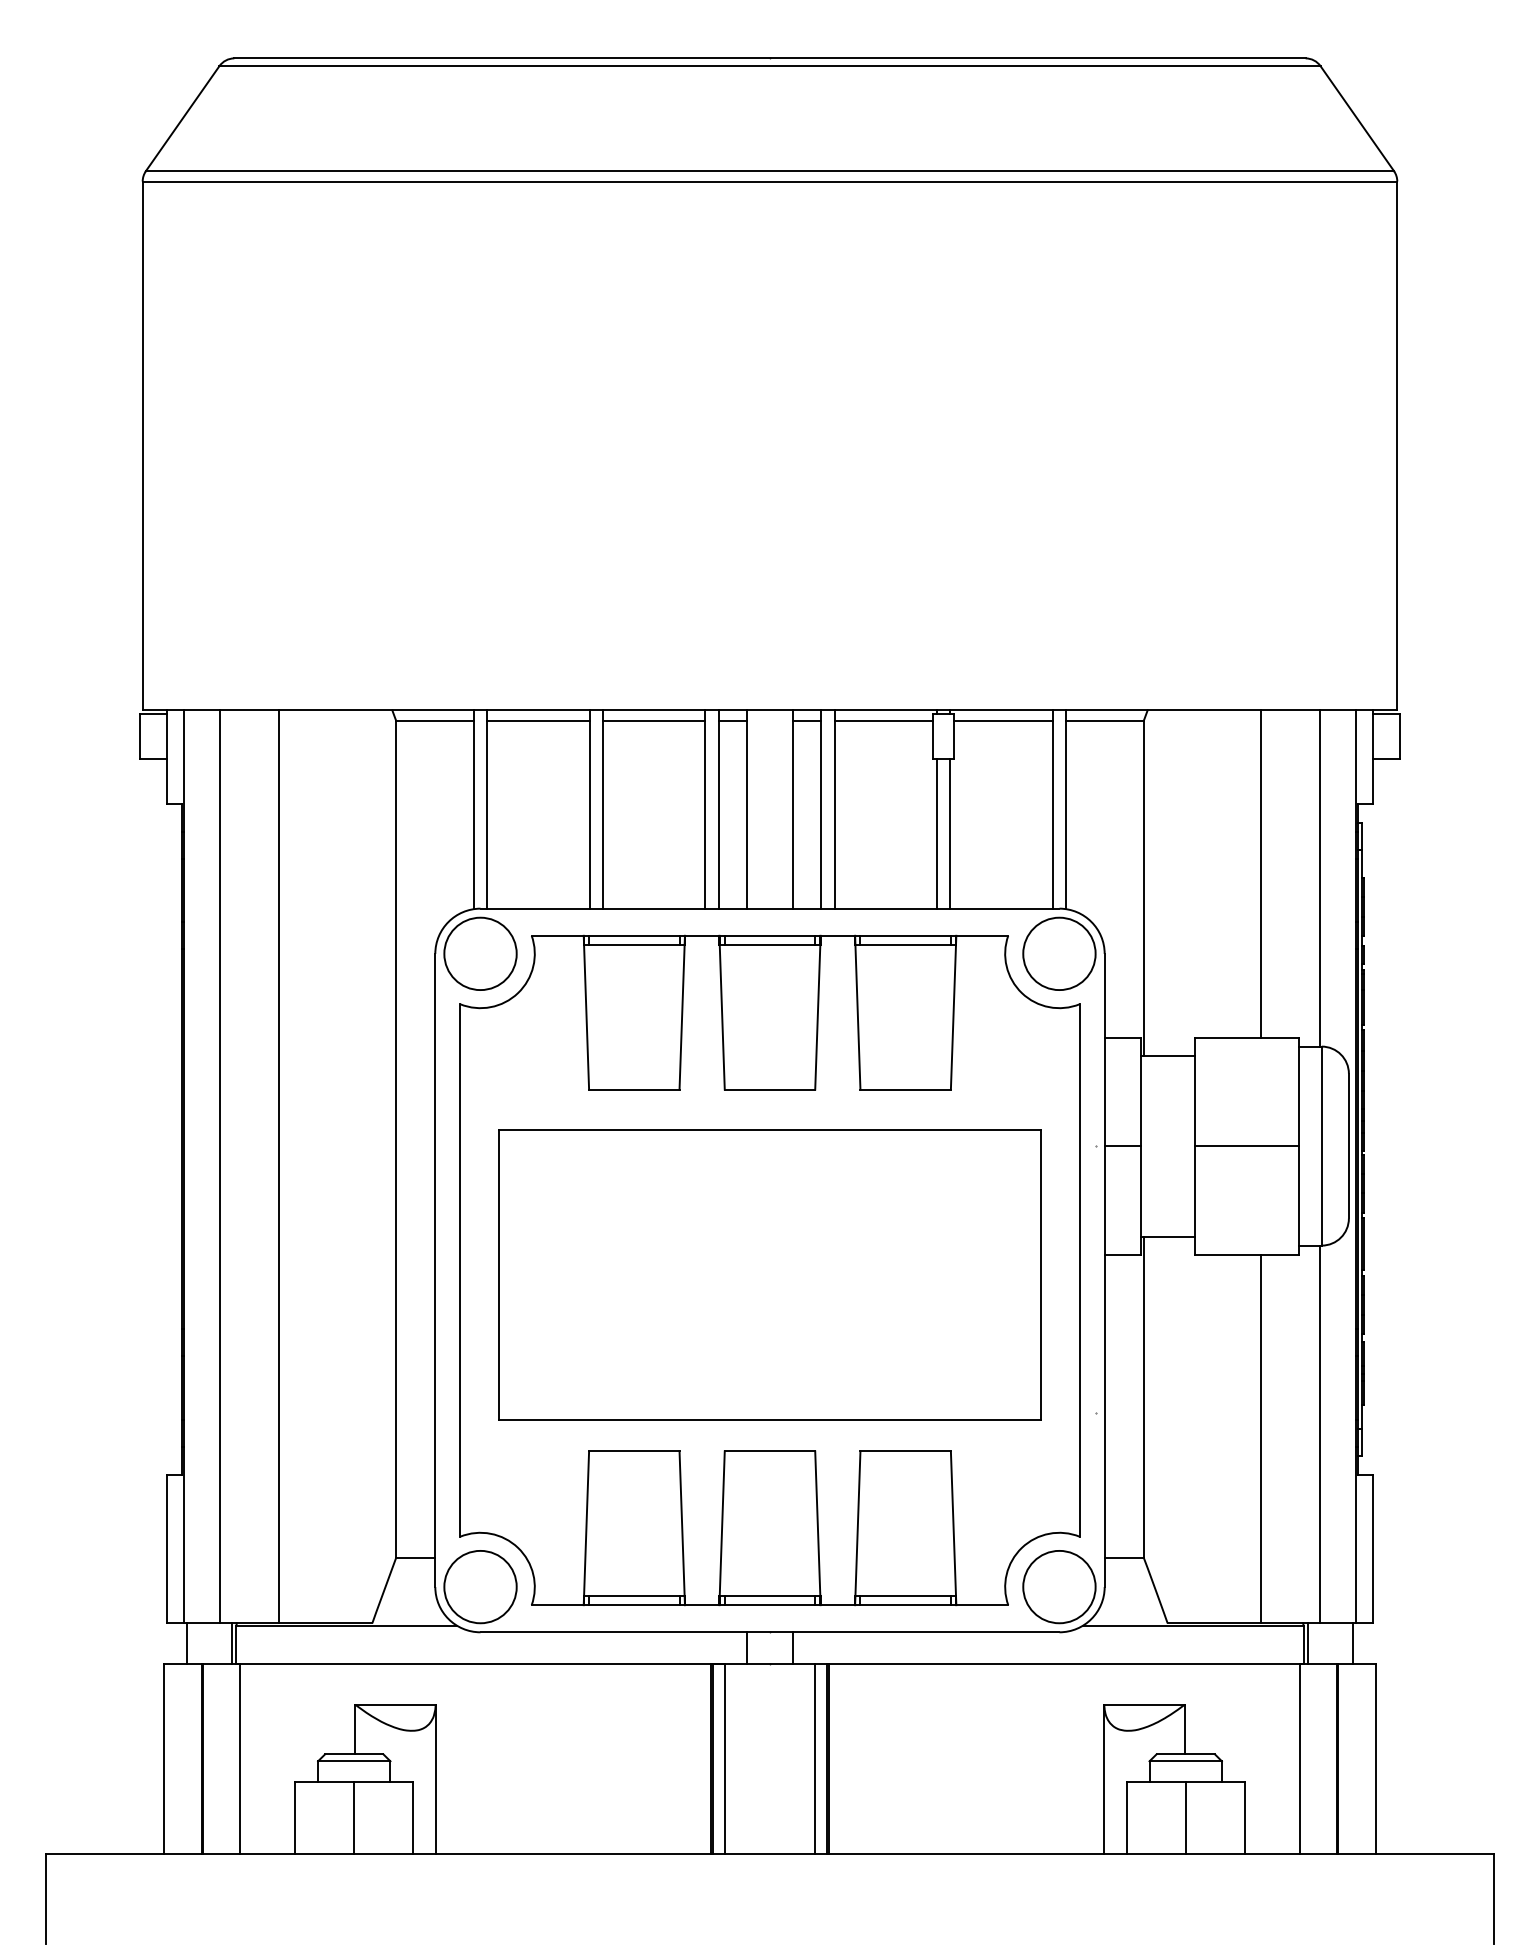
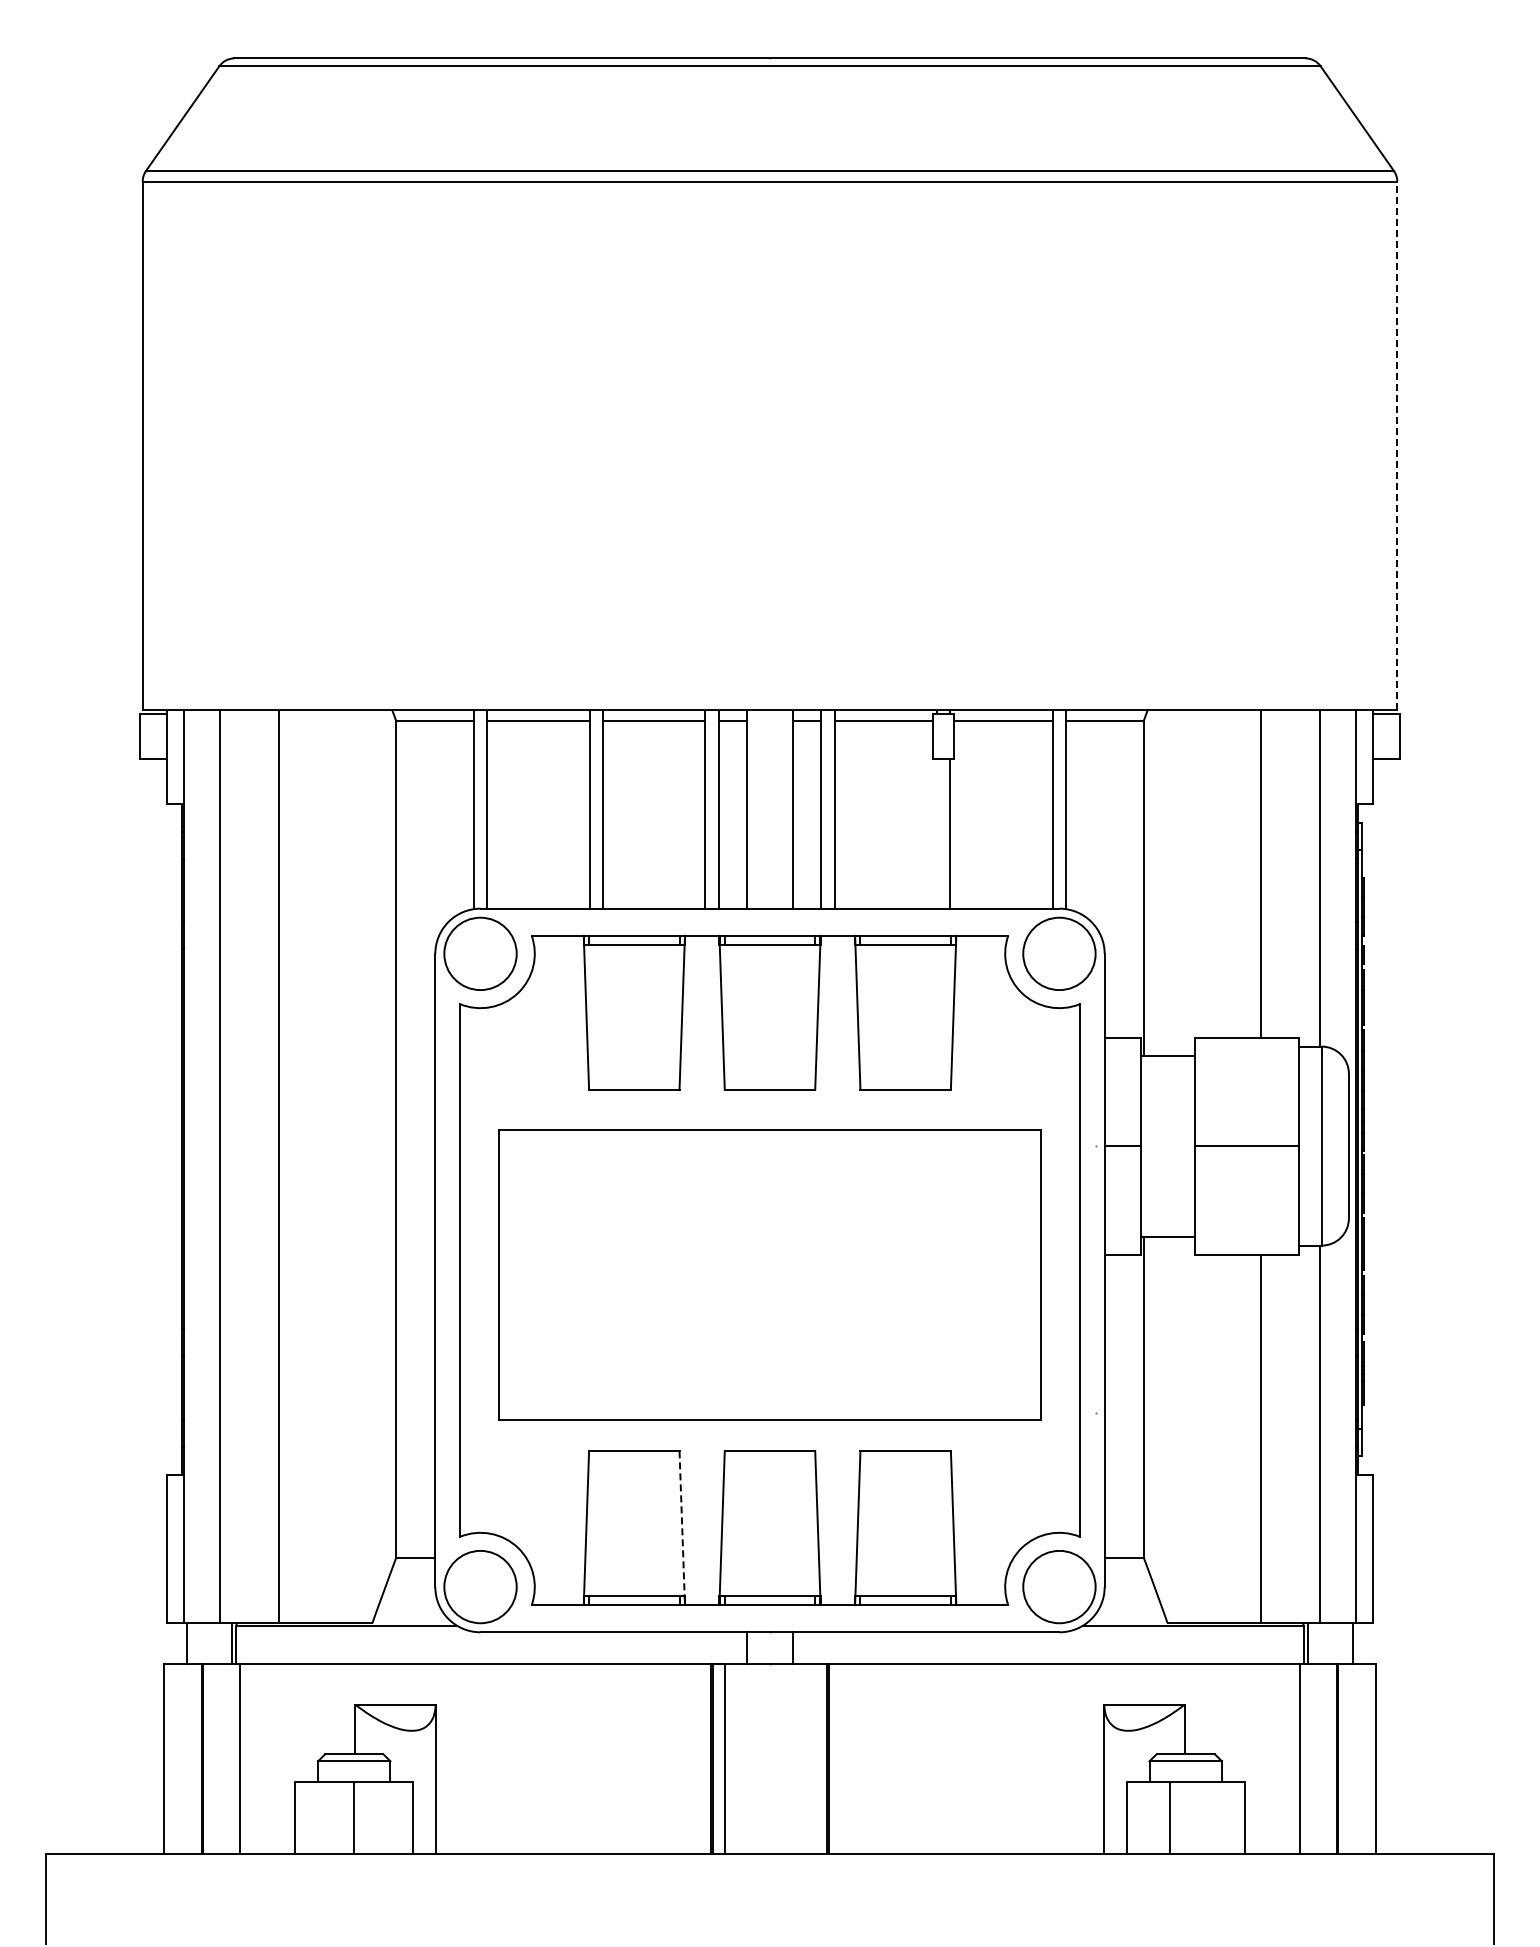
line at (1397, 445): solid -> dashed
line at (936, 833): present -> none
line at (682, 1528): solid -> dashed
line at (814, 1758): present -> none
line at (1185, 1817) position: (1185, 1817) -> (1169, 1817)
